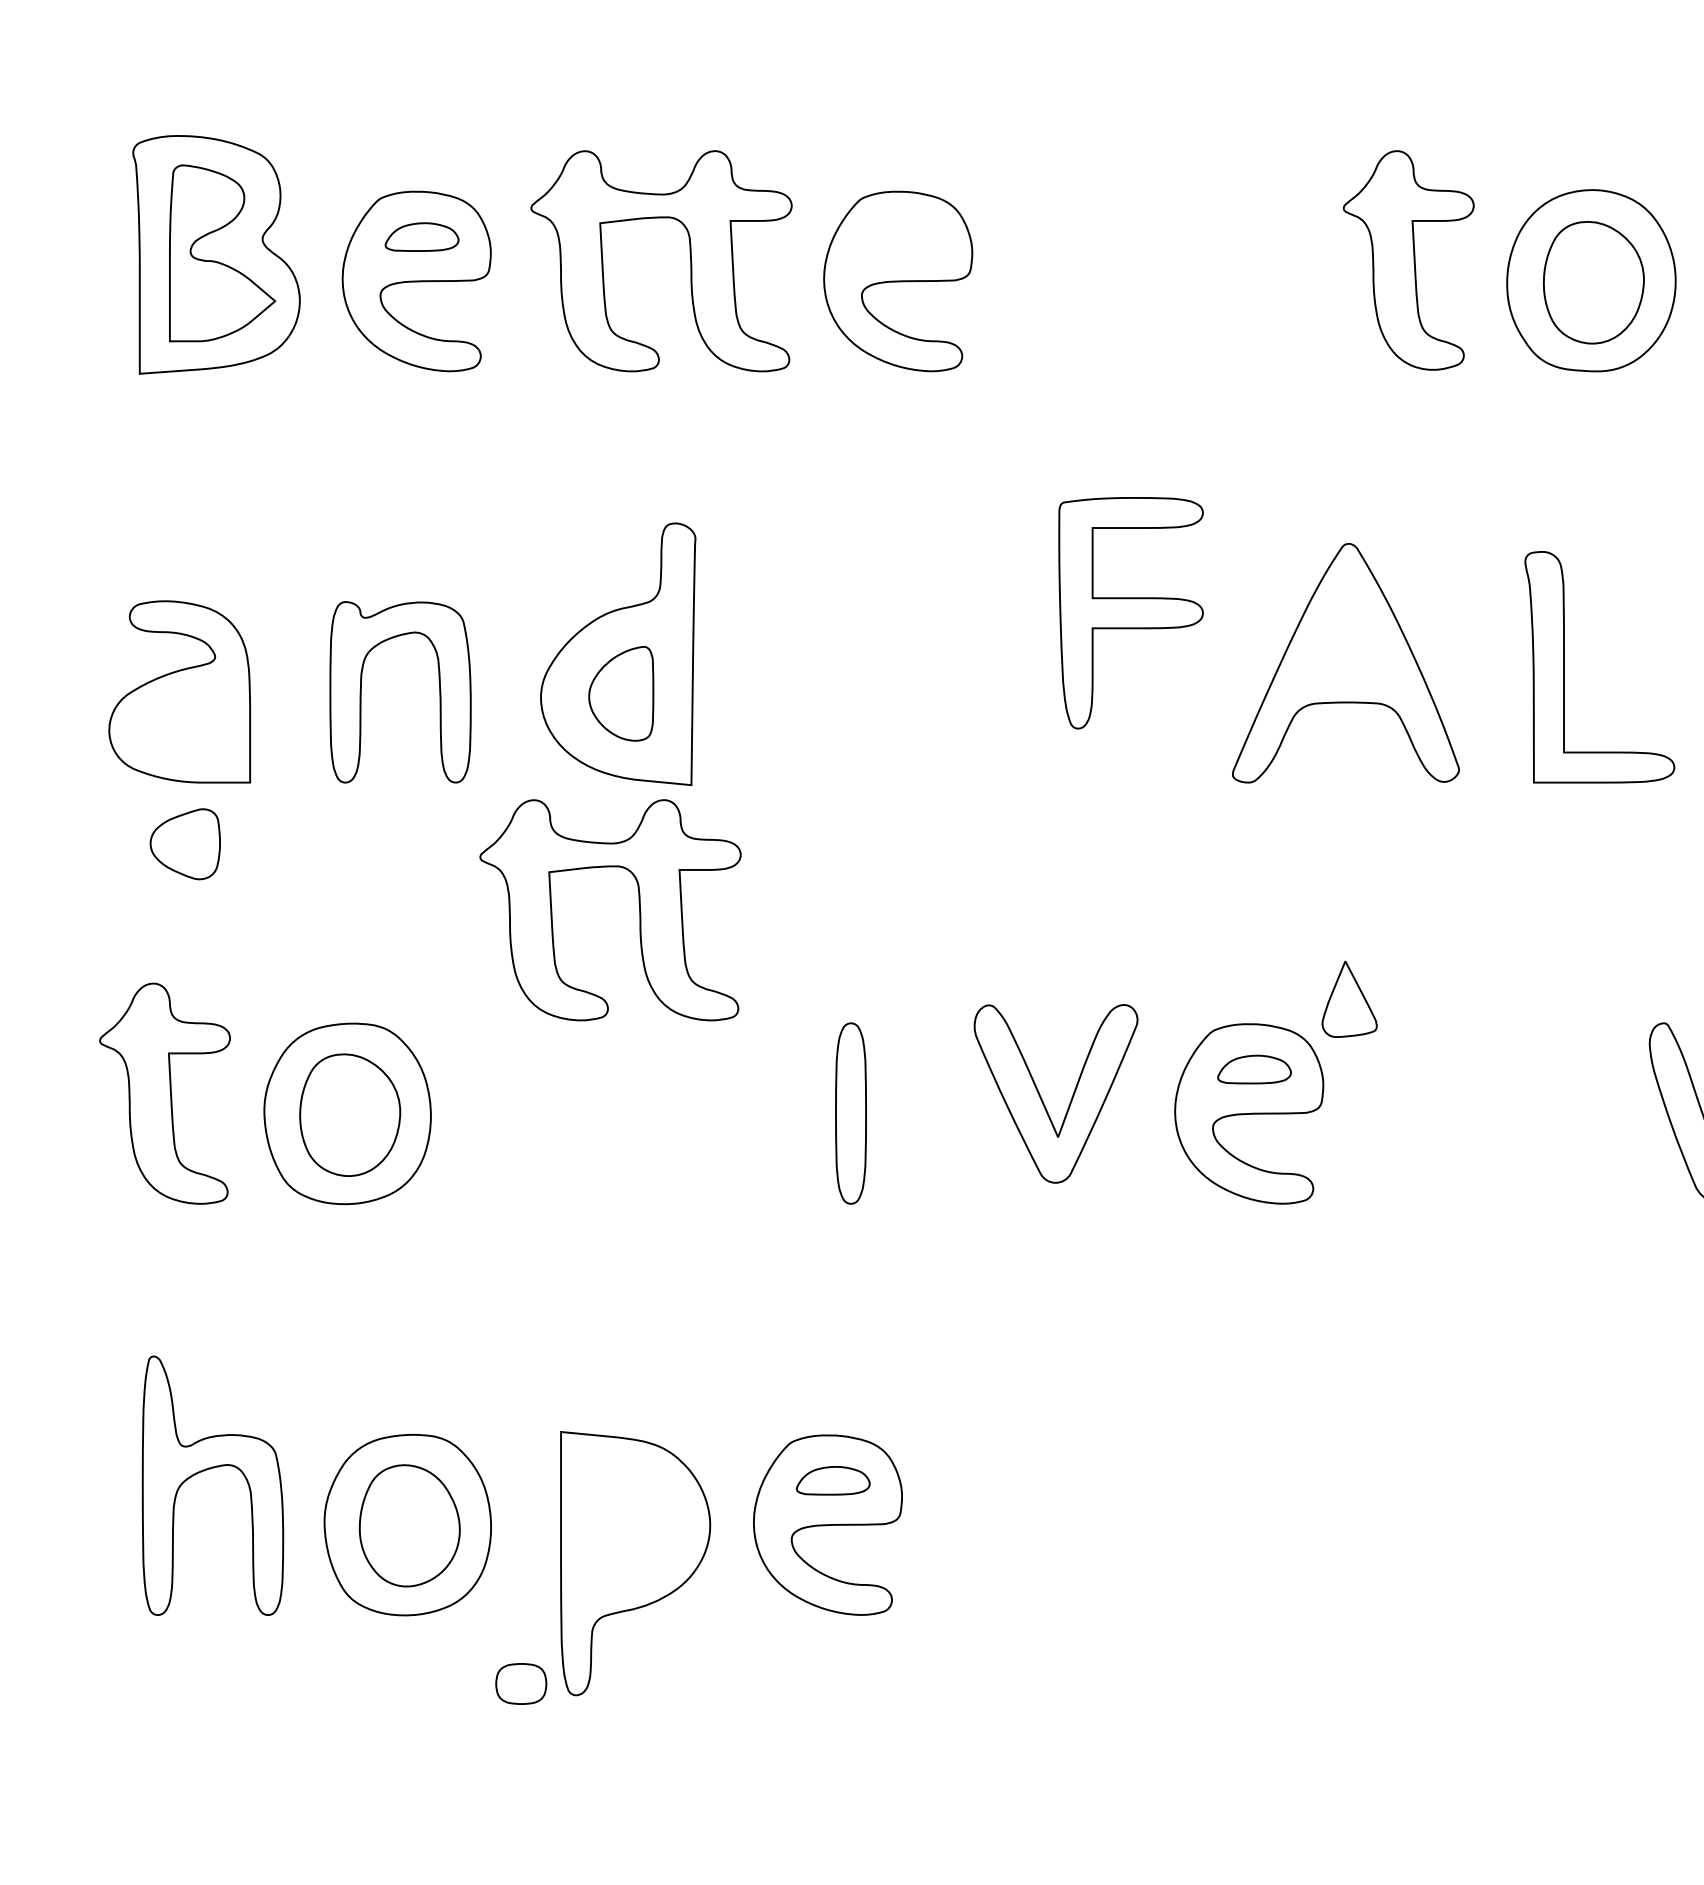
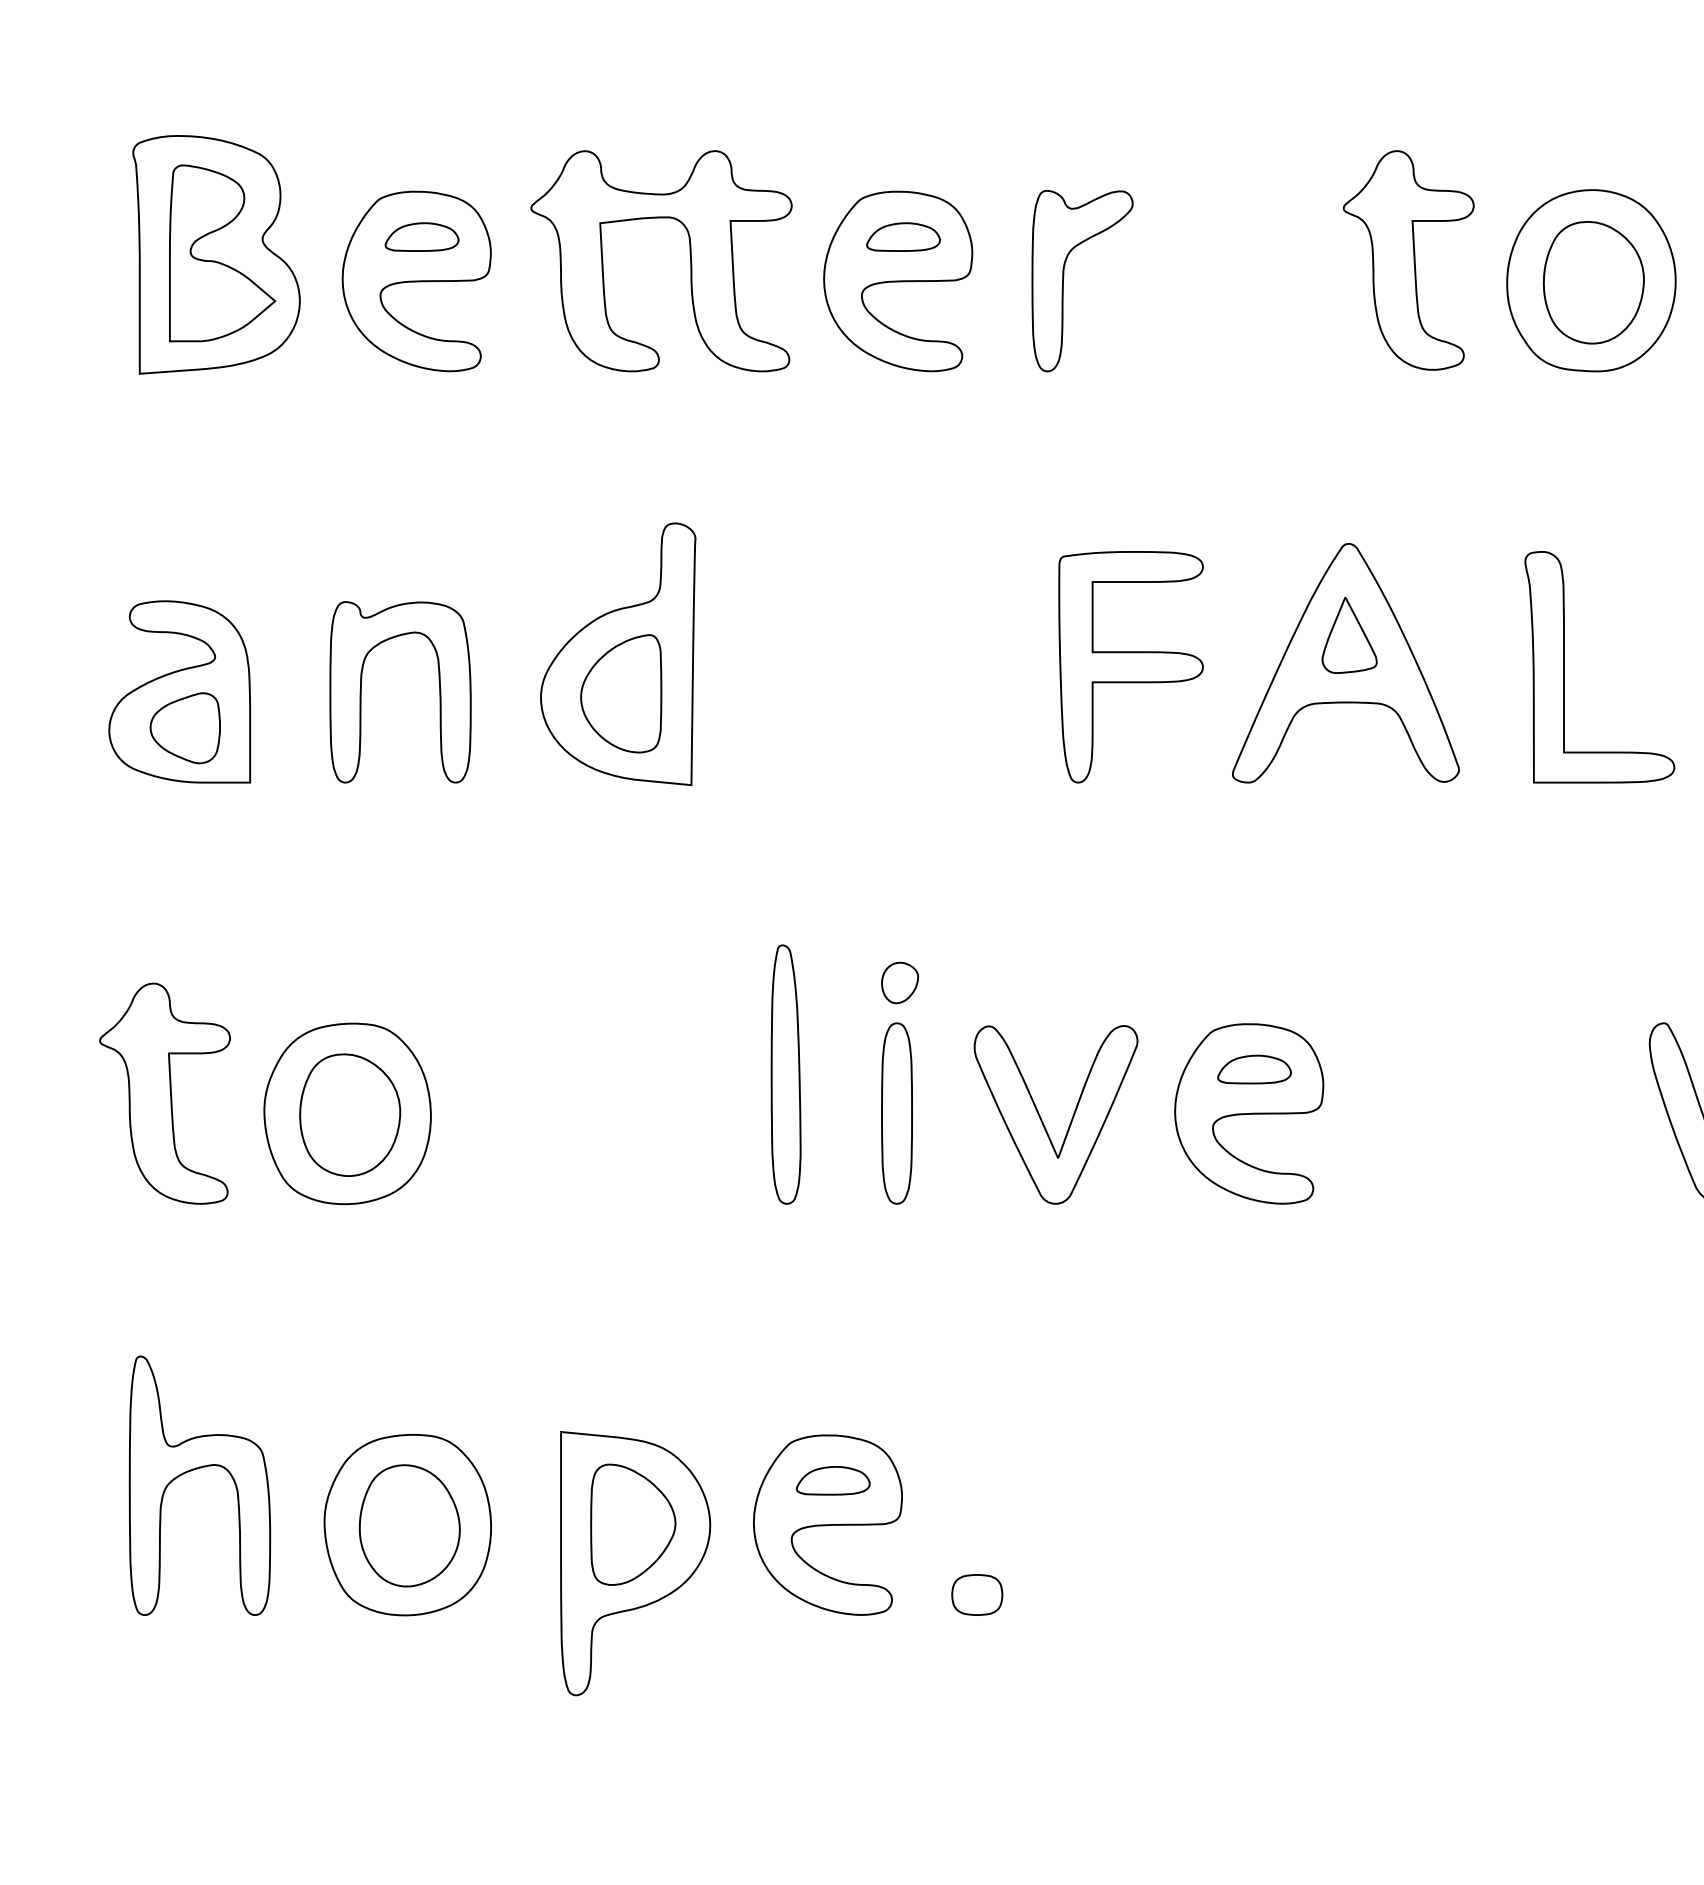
part at (903, 236): none -> present
part at (1064, 277): none -> present
part at (1130, 613) position: (1130, 613) -> (1130, 667)
part at (621, 693) size: 67x96 px -> 83x120 px
part at (184, 844) position: (184, 844) -> (184, 728)
part at (638, 903): present -> none
part at (899, 982): none -> present
part at (1349, 998) position: (1349, 998) -> (1349, 634)
part at (785, 1074): none -> present
part at (1042, 1098) position: (1042, 1098) -> (1042, 1119)
part at (850, 1113) position: (850, 1113) -> (896, 1113)
part at (207, 1470) position: (207, 1470) -> (194, 1470)
part at (633, 1524): none -> present
part at (521, 1683) position: (521, 1683) -> (977, 1594)
